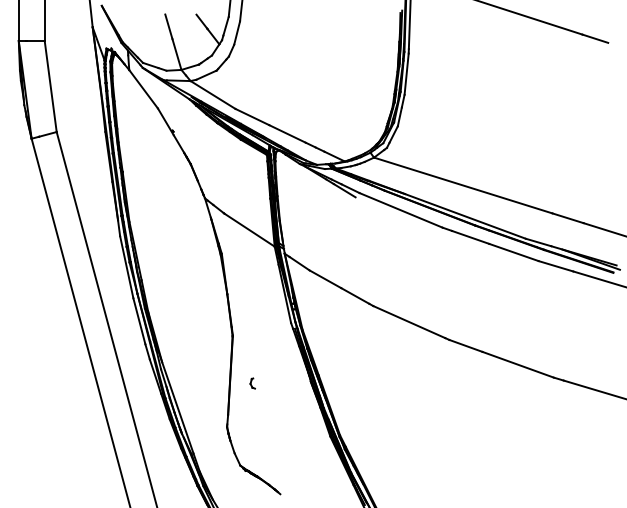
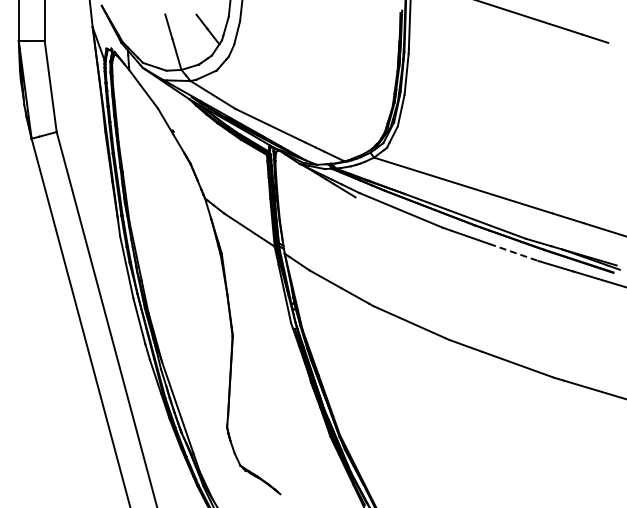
line at (514, 252): solid -> dashed
part at (252, 383): present -> none
